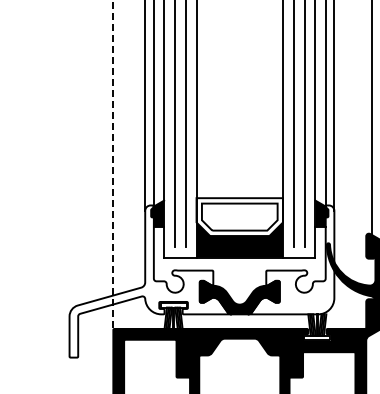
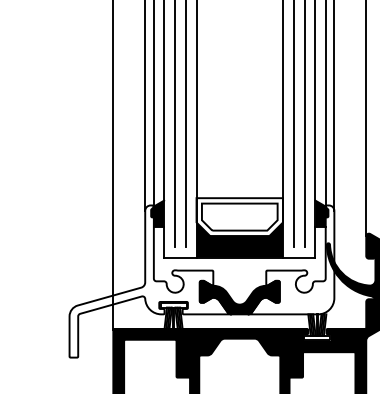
line at (372, 119) position: (372, 119) -> (366, 119)
line at (113, 165): dashed -> solid
